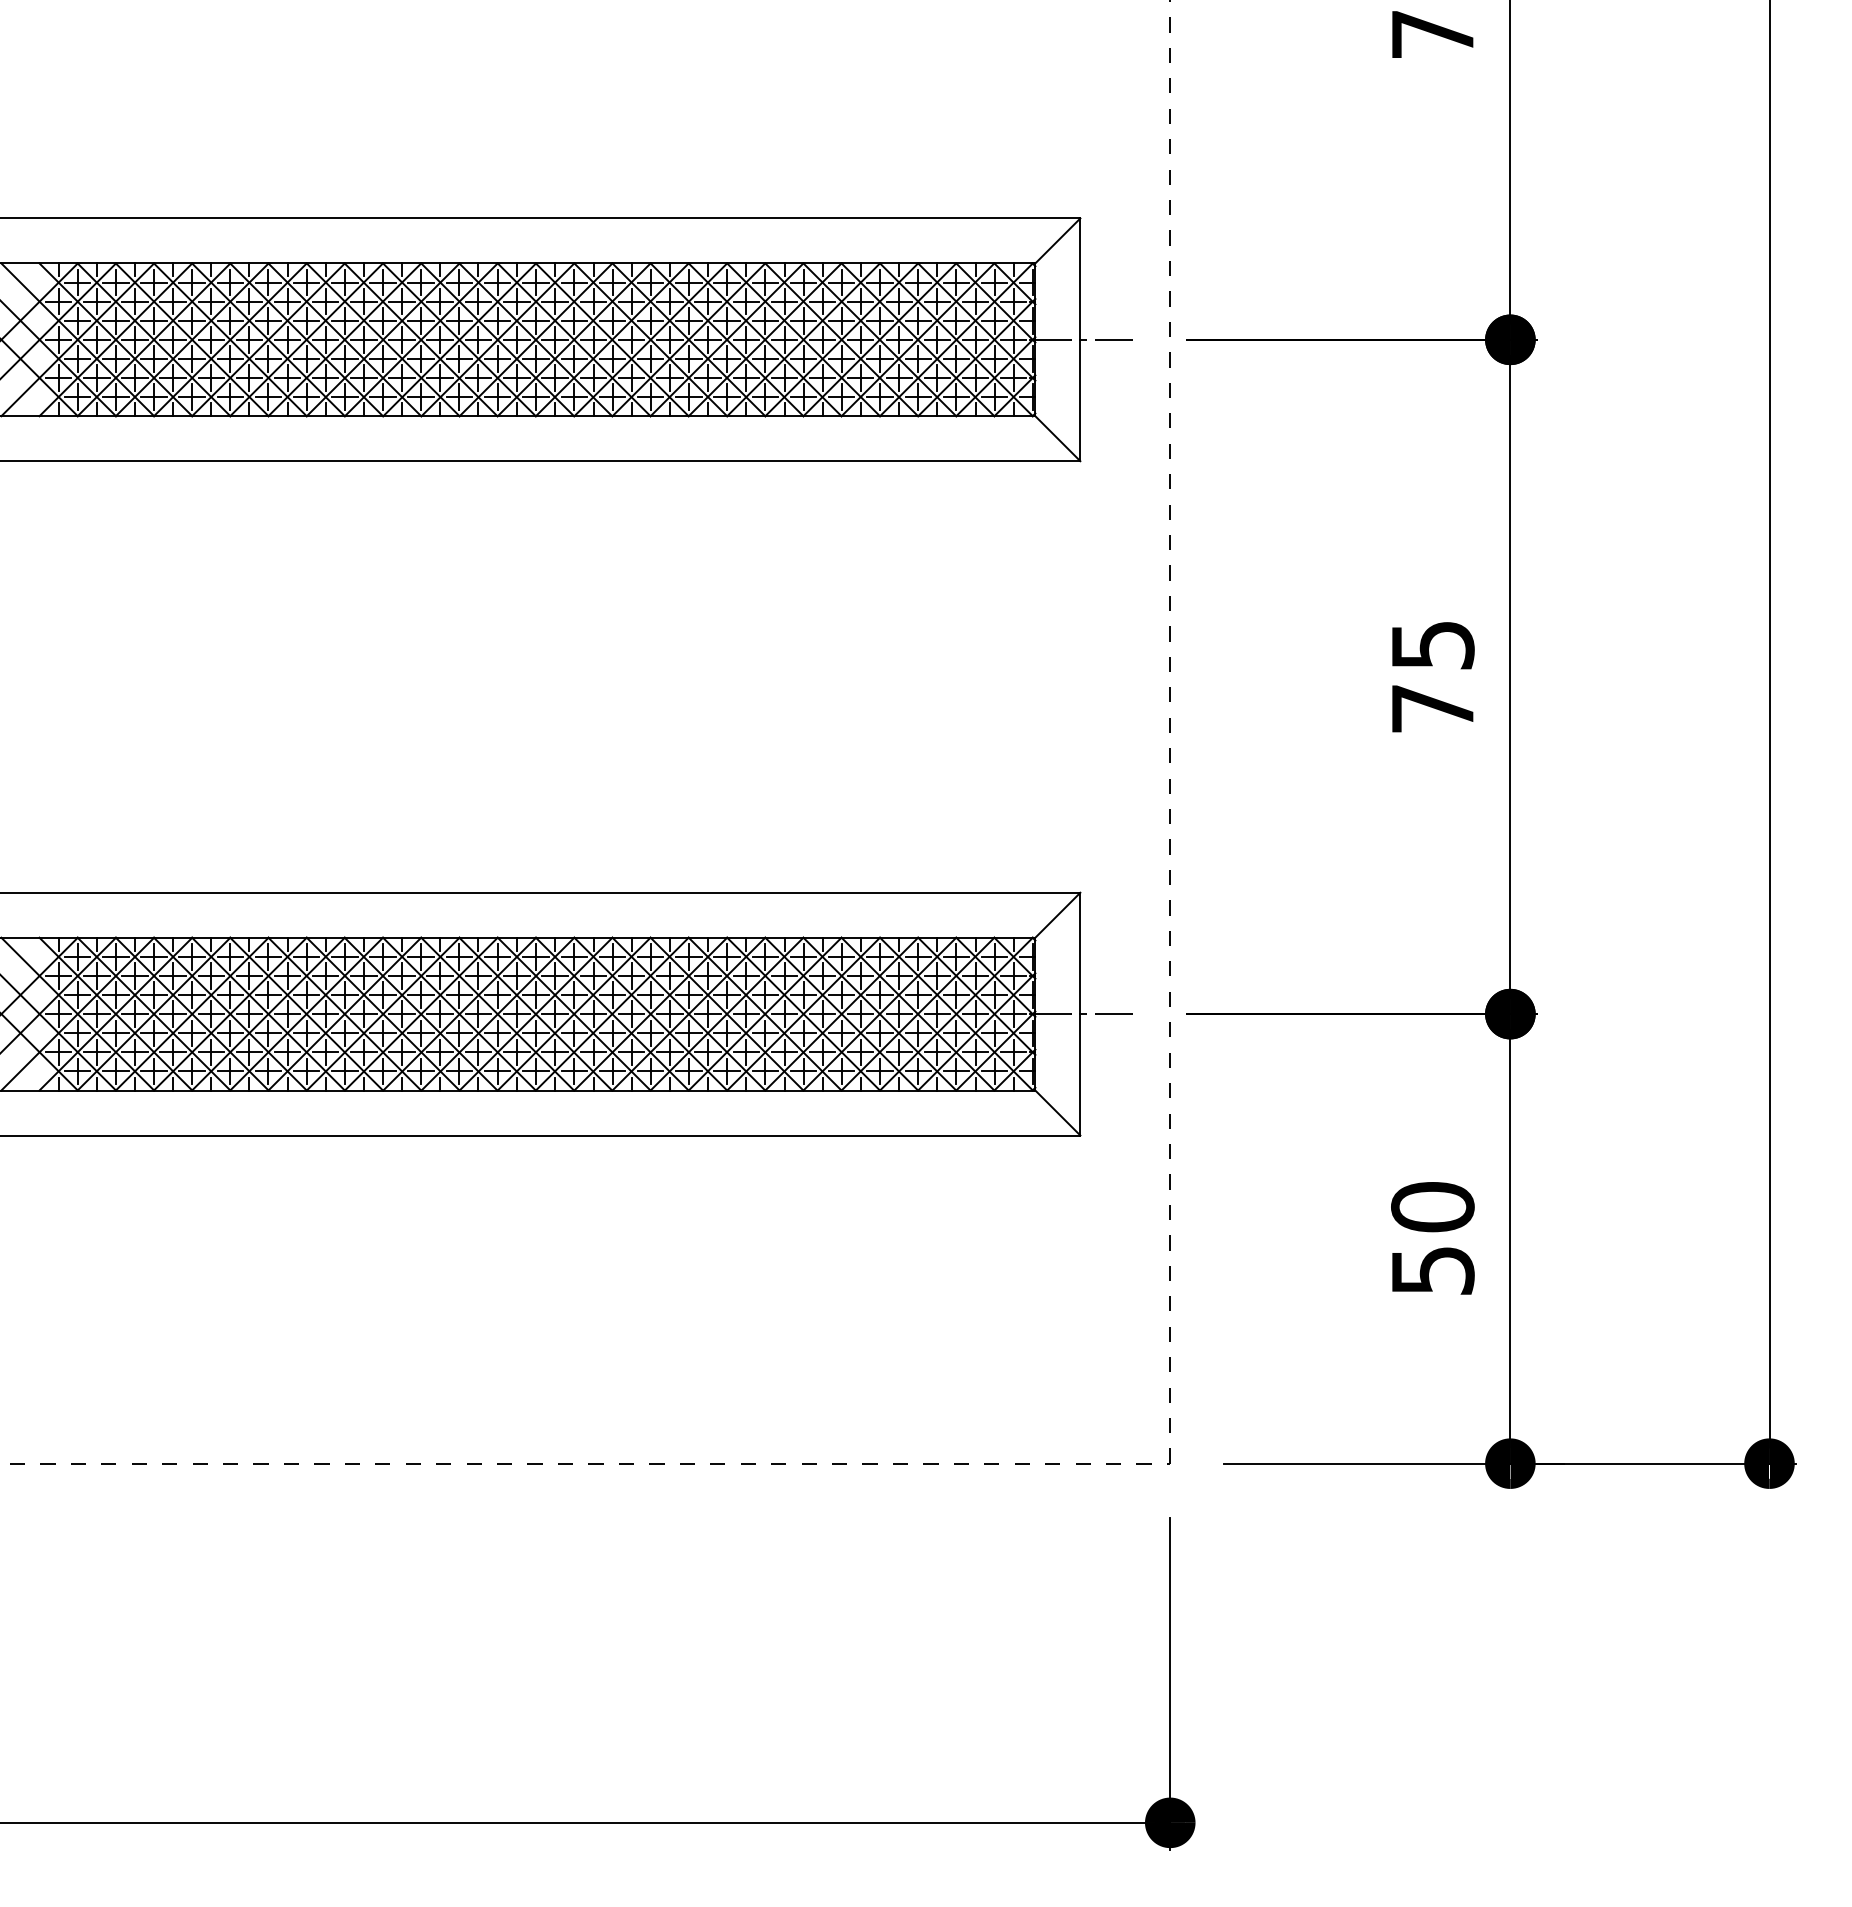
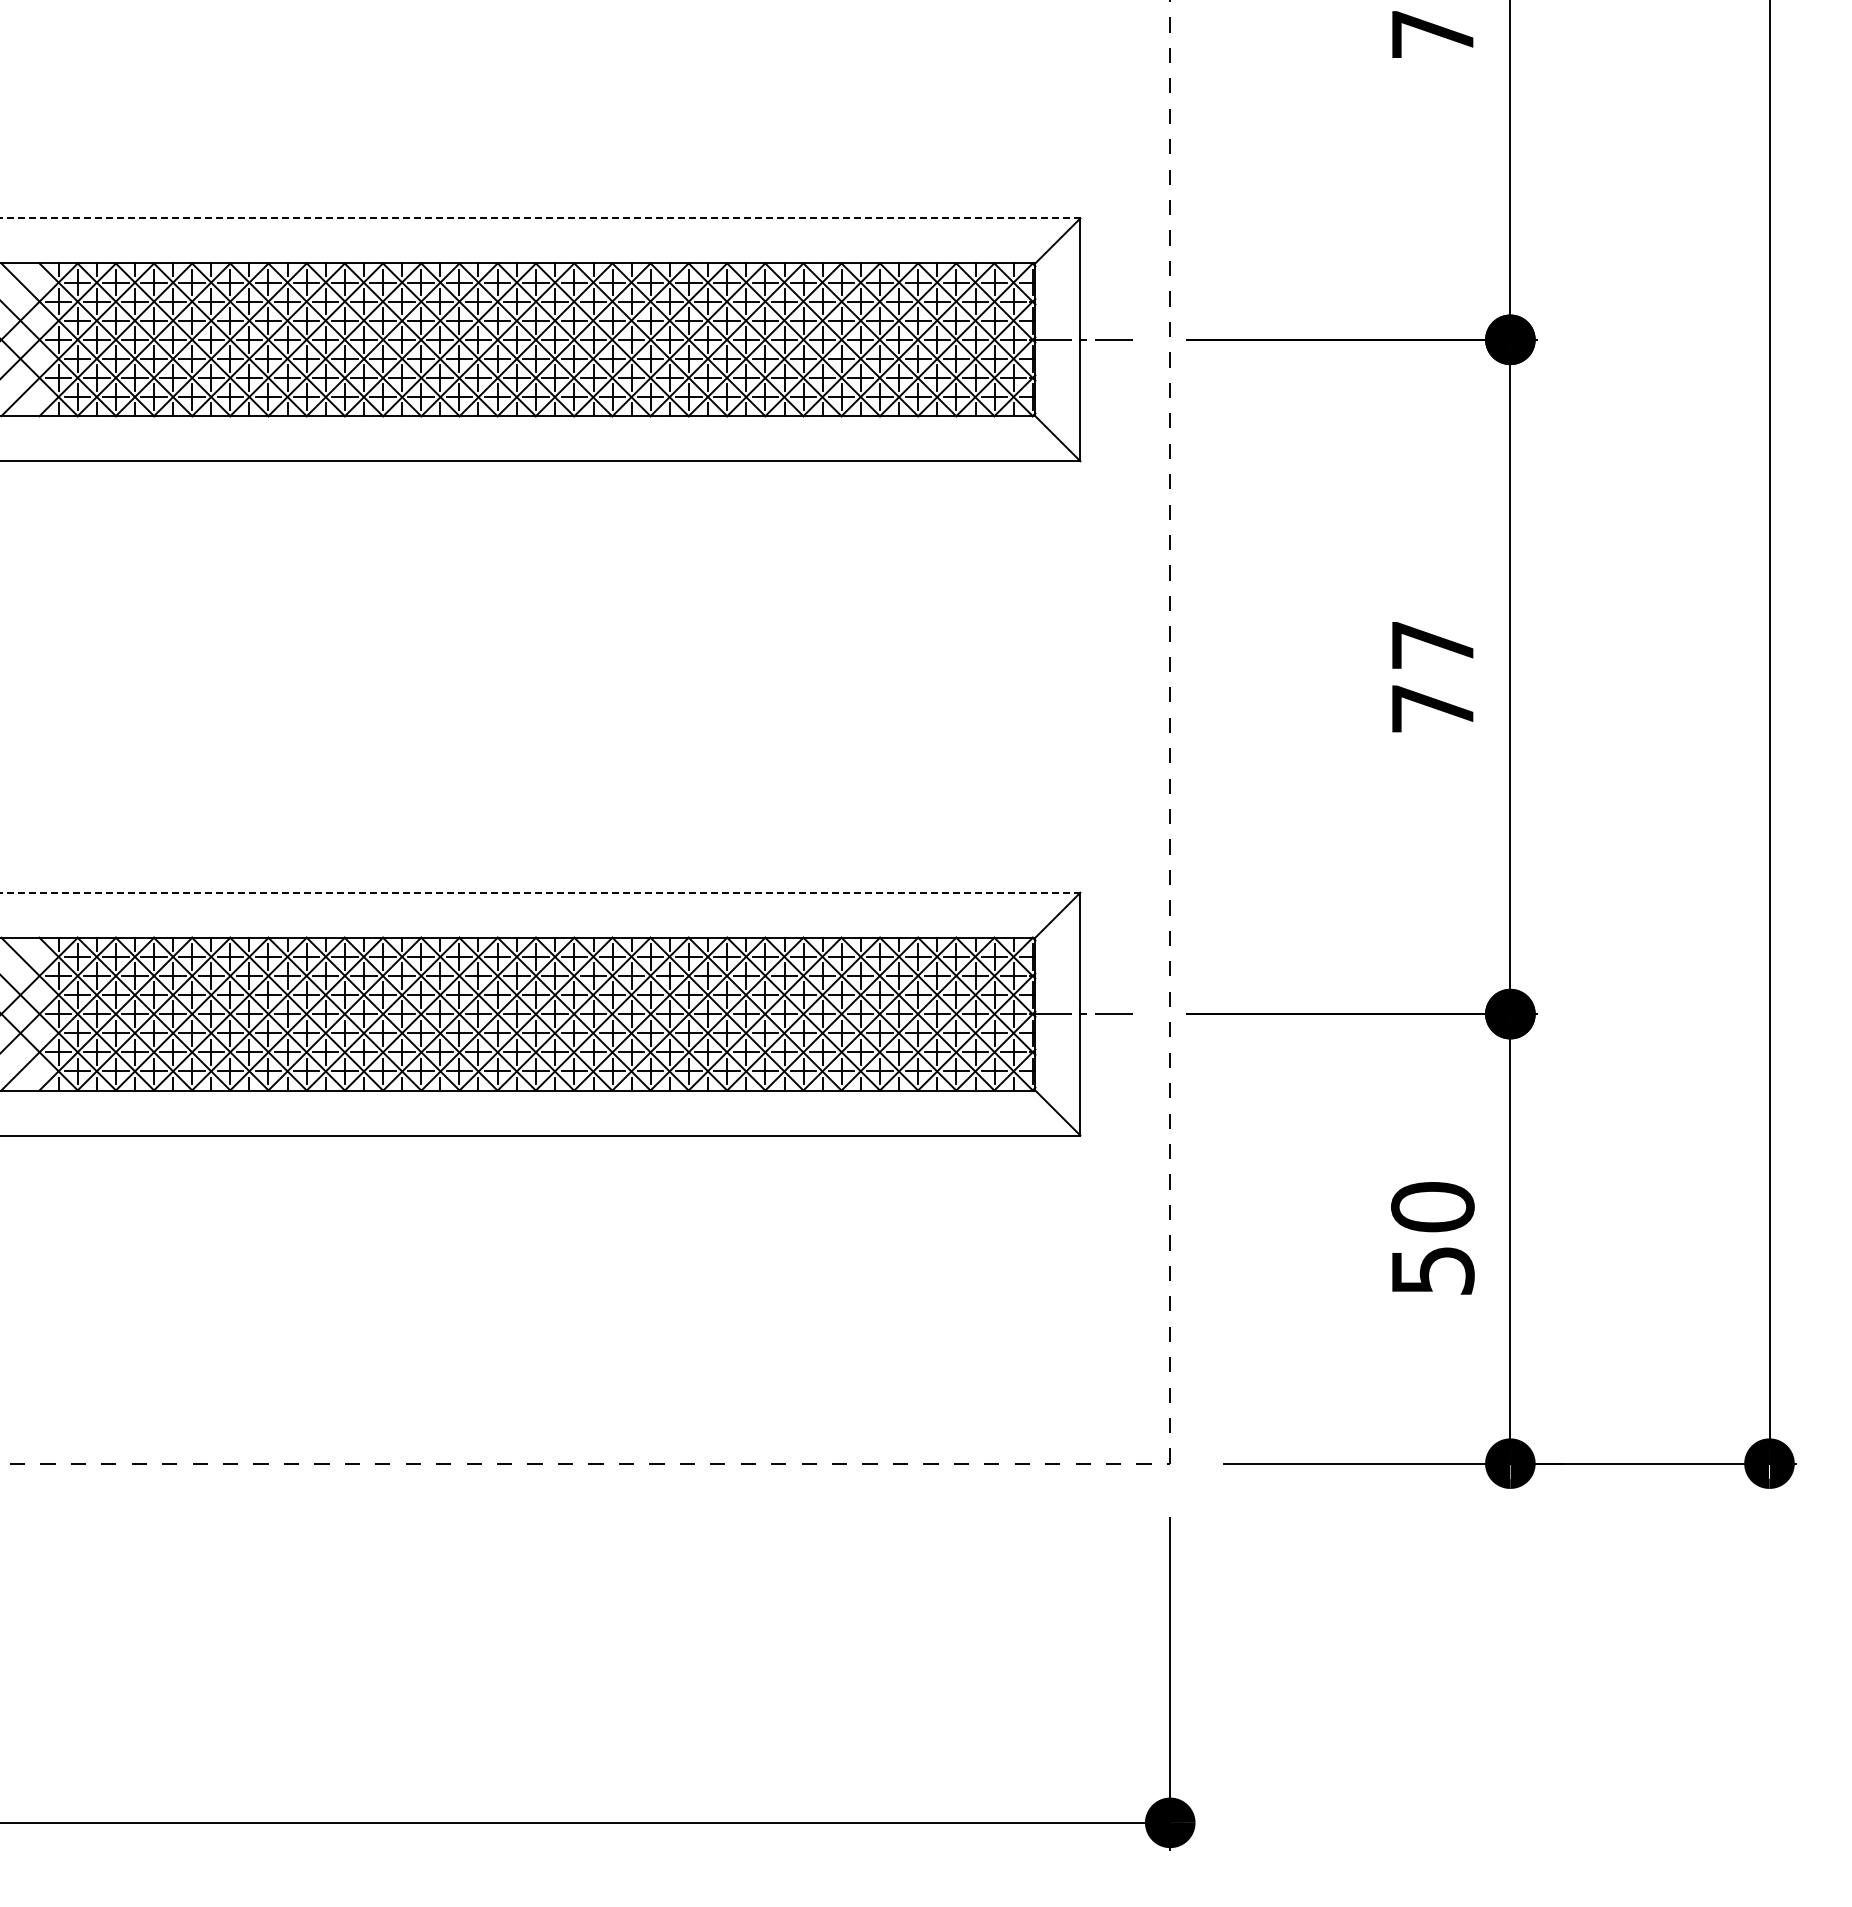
line at (540, 218): solid -> dashed
text at (1433, 645): 75 -> 77
line at (540, 892): solid -> dashed
